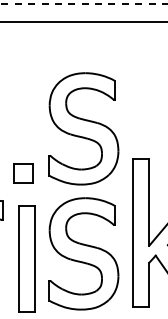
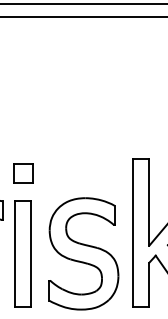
line at (84, 4): dashed -> solid
line at (83, 21) position: (83, 21) -> (83, 16)
part at (83, 128): present -> none
part at (26, 258) position: (26, 258) -> (22, 253)
